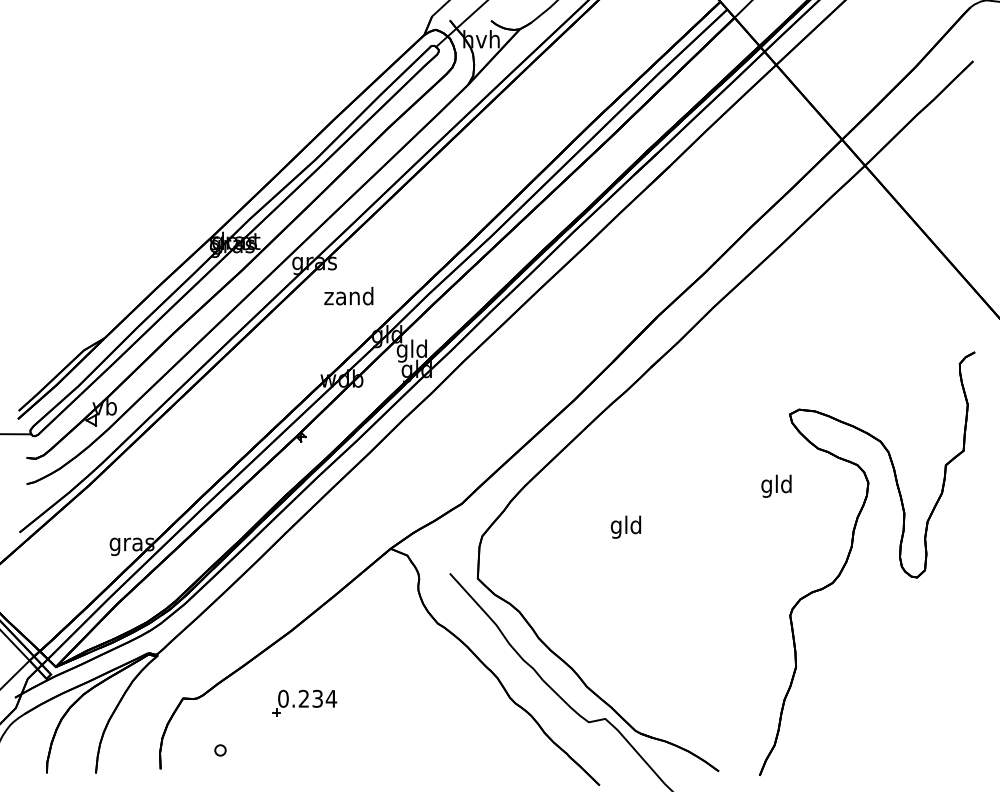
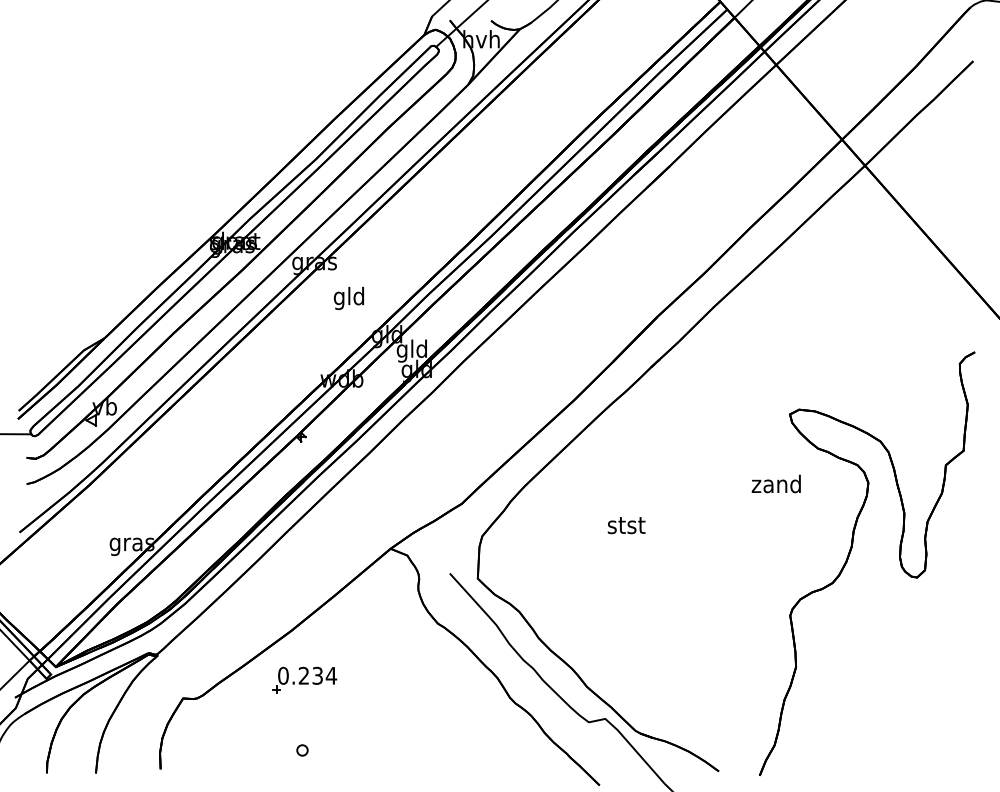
text at (348, 297): zand -> gld
text at (775, 485): gld -> zand
text at (626, 526): gld -> stst
part at (304, 702) position: (304, 702) -> (304, 679)
part at (220, 750) position: (220, 750) -> (302, 750)
